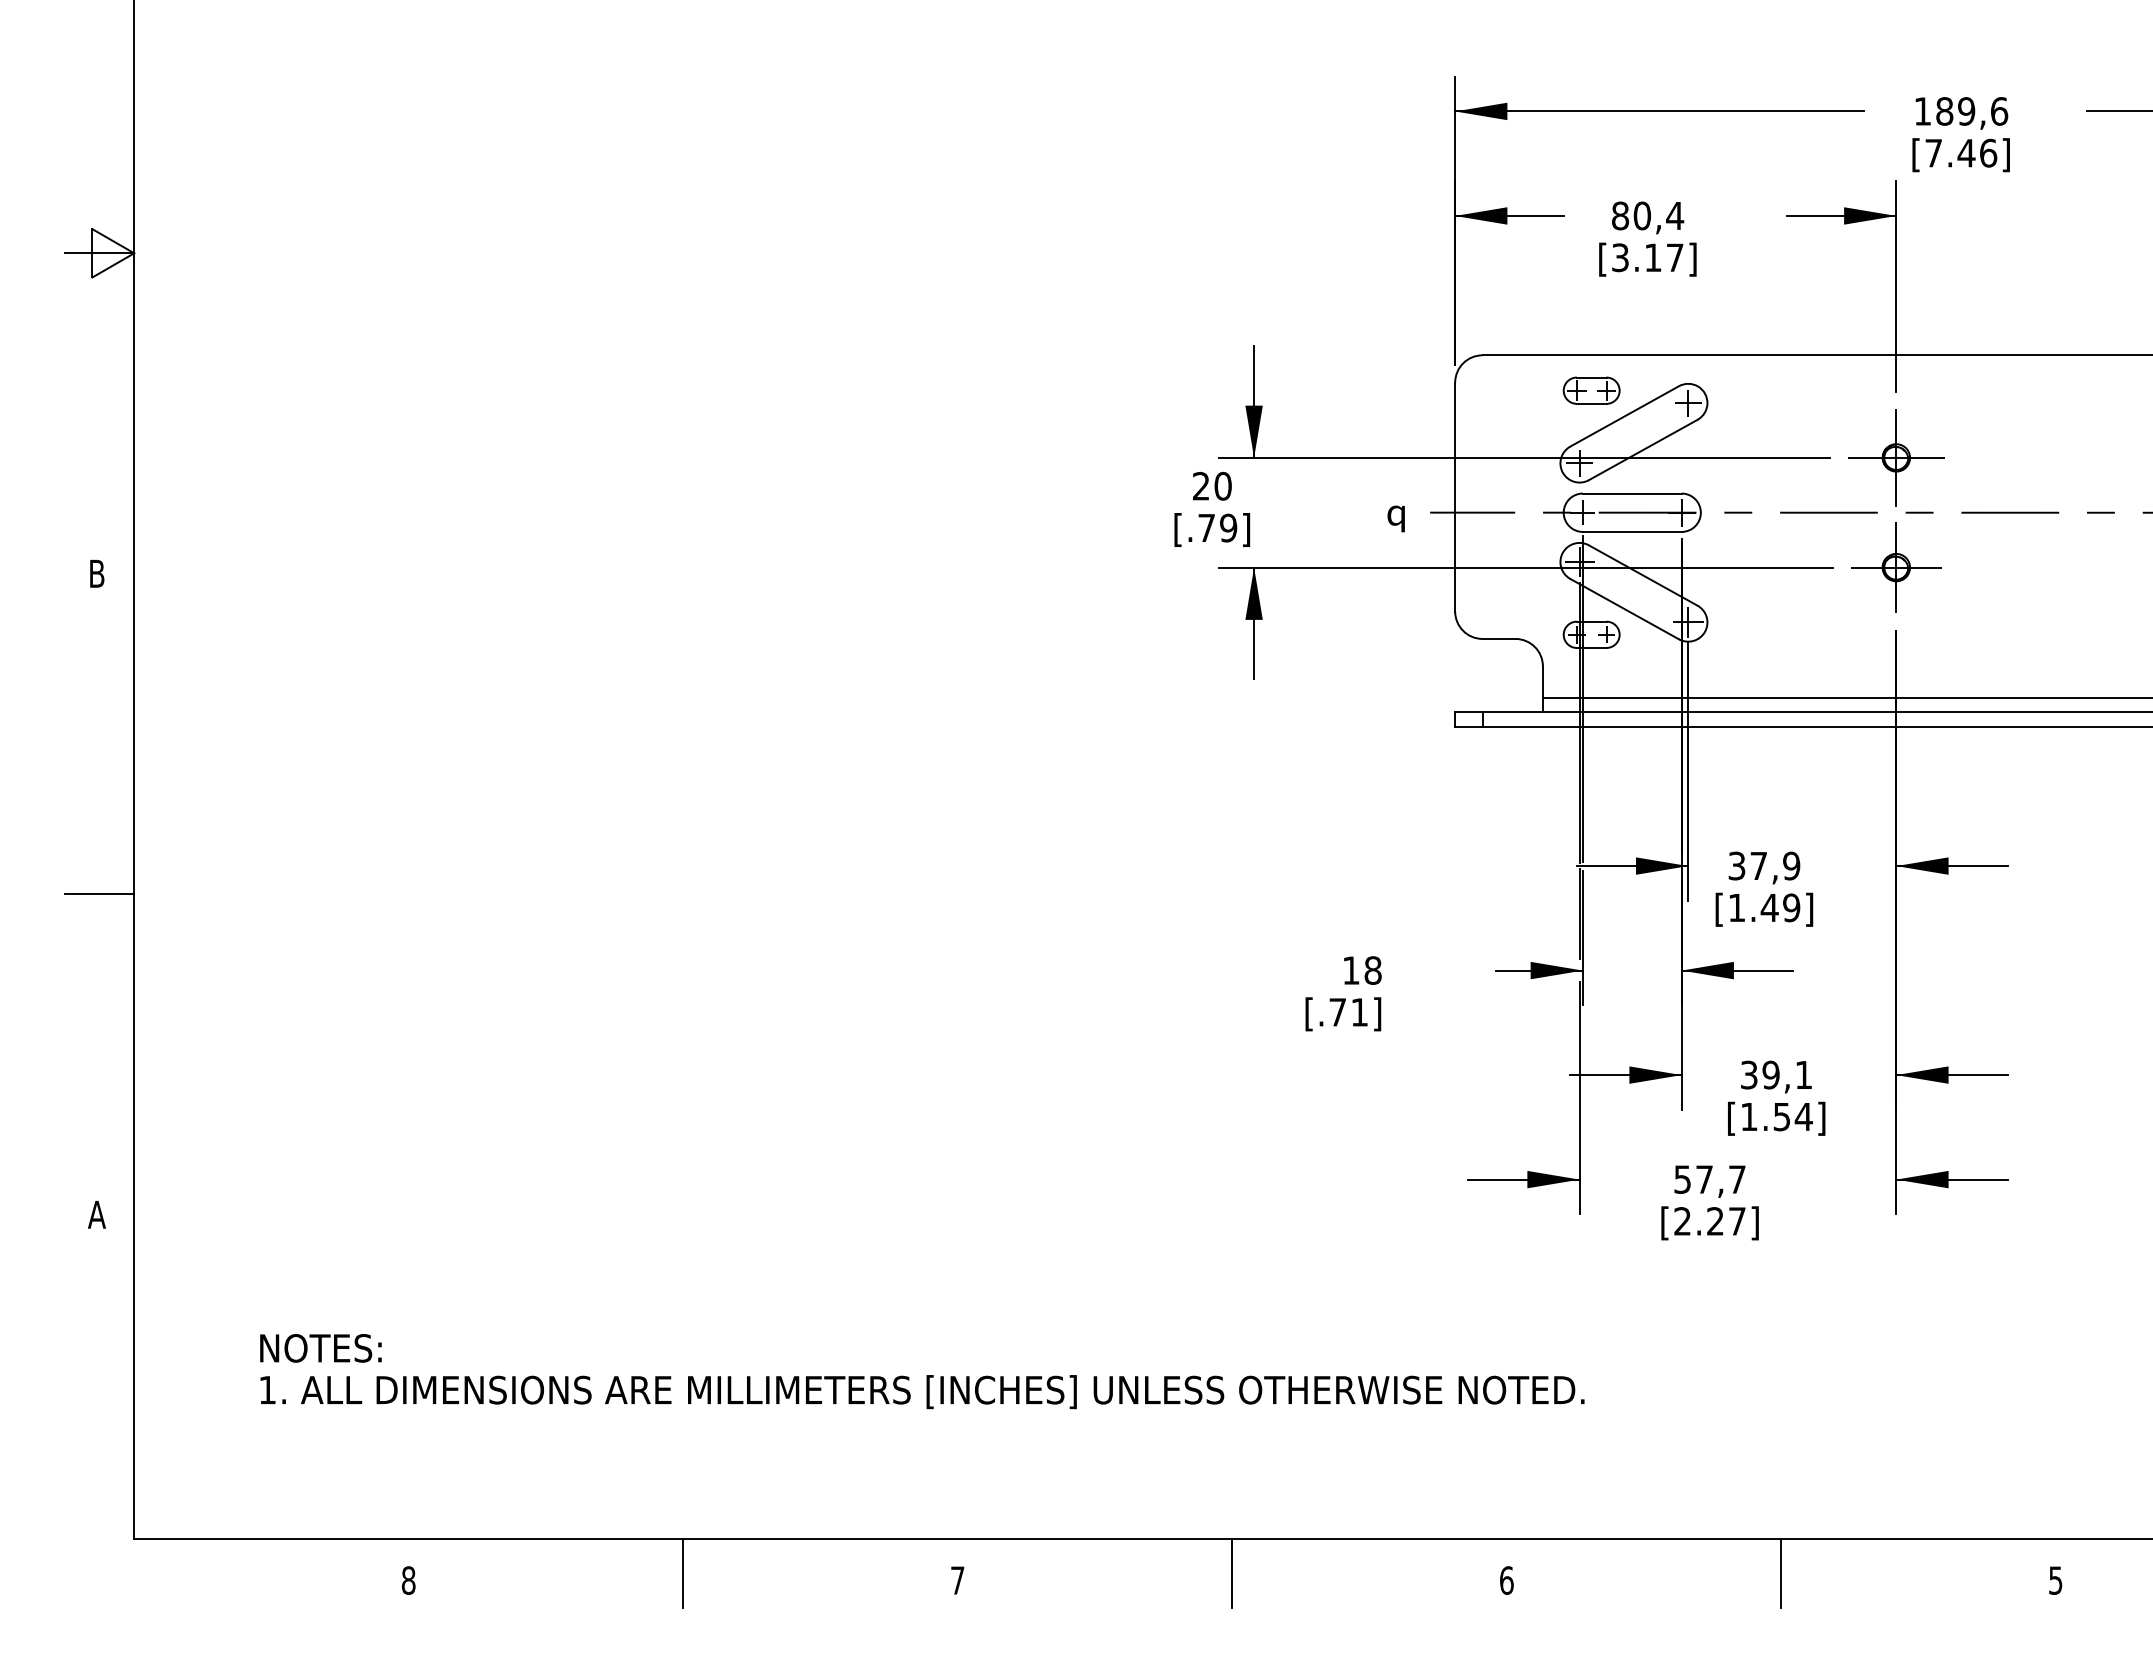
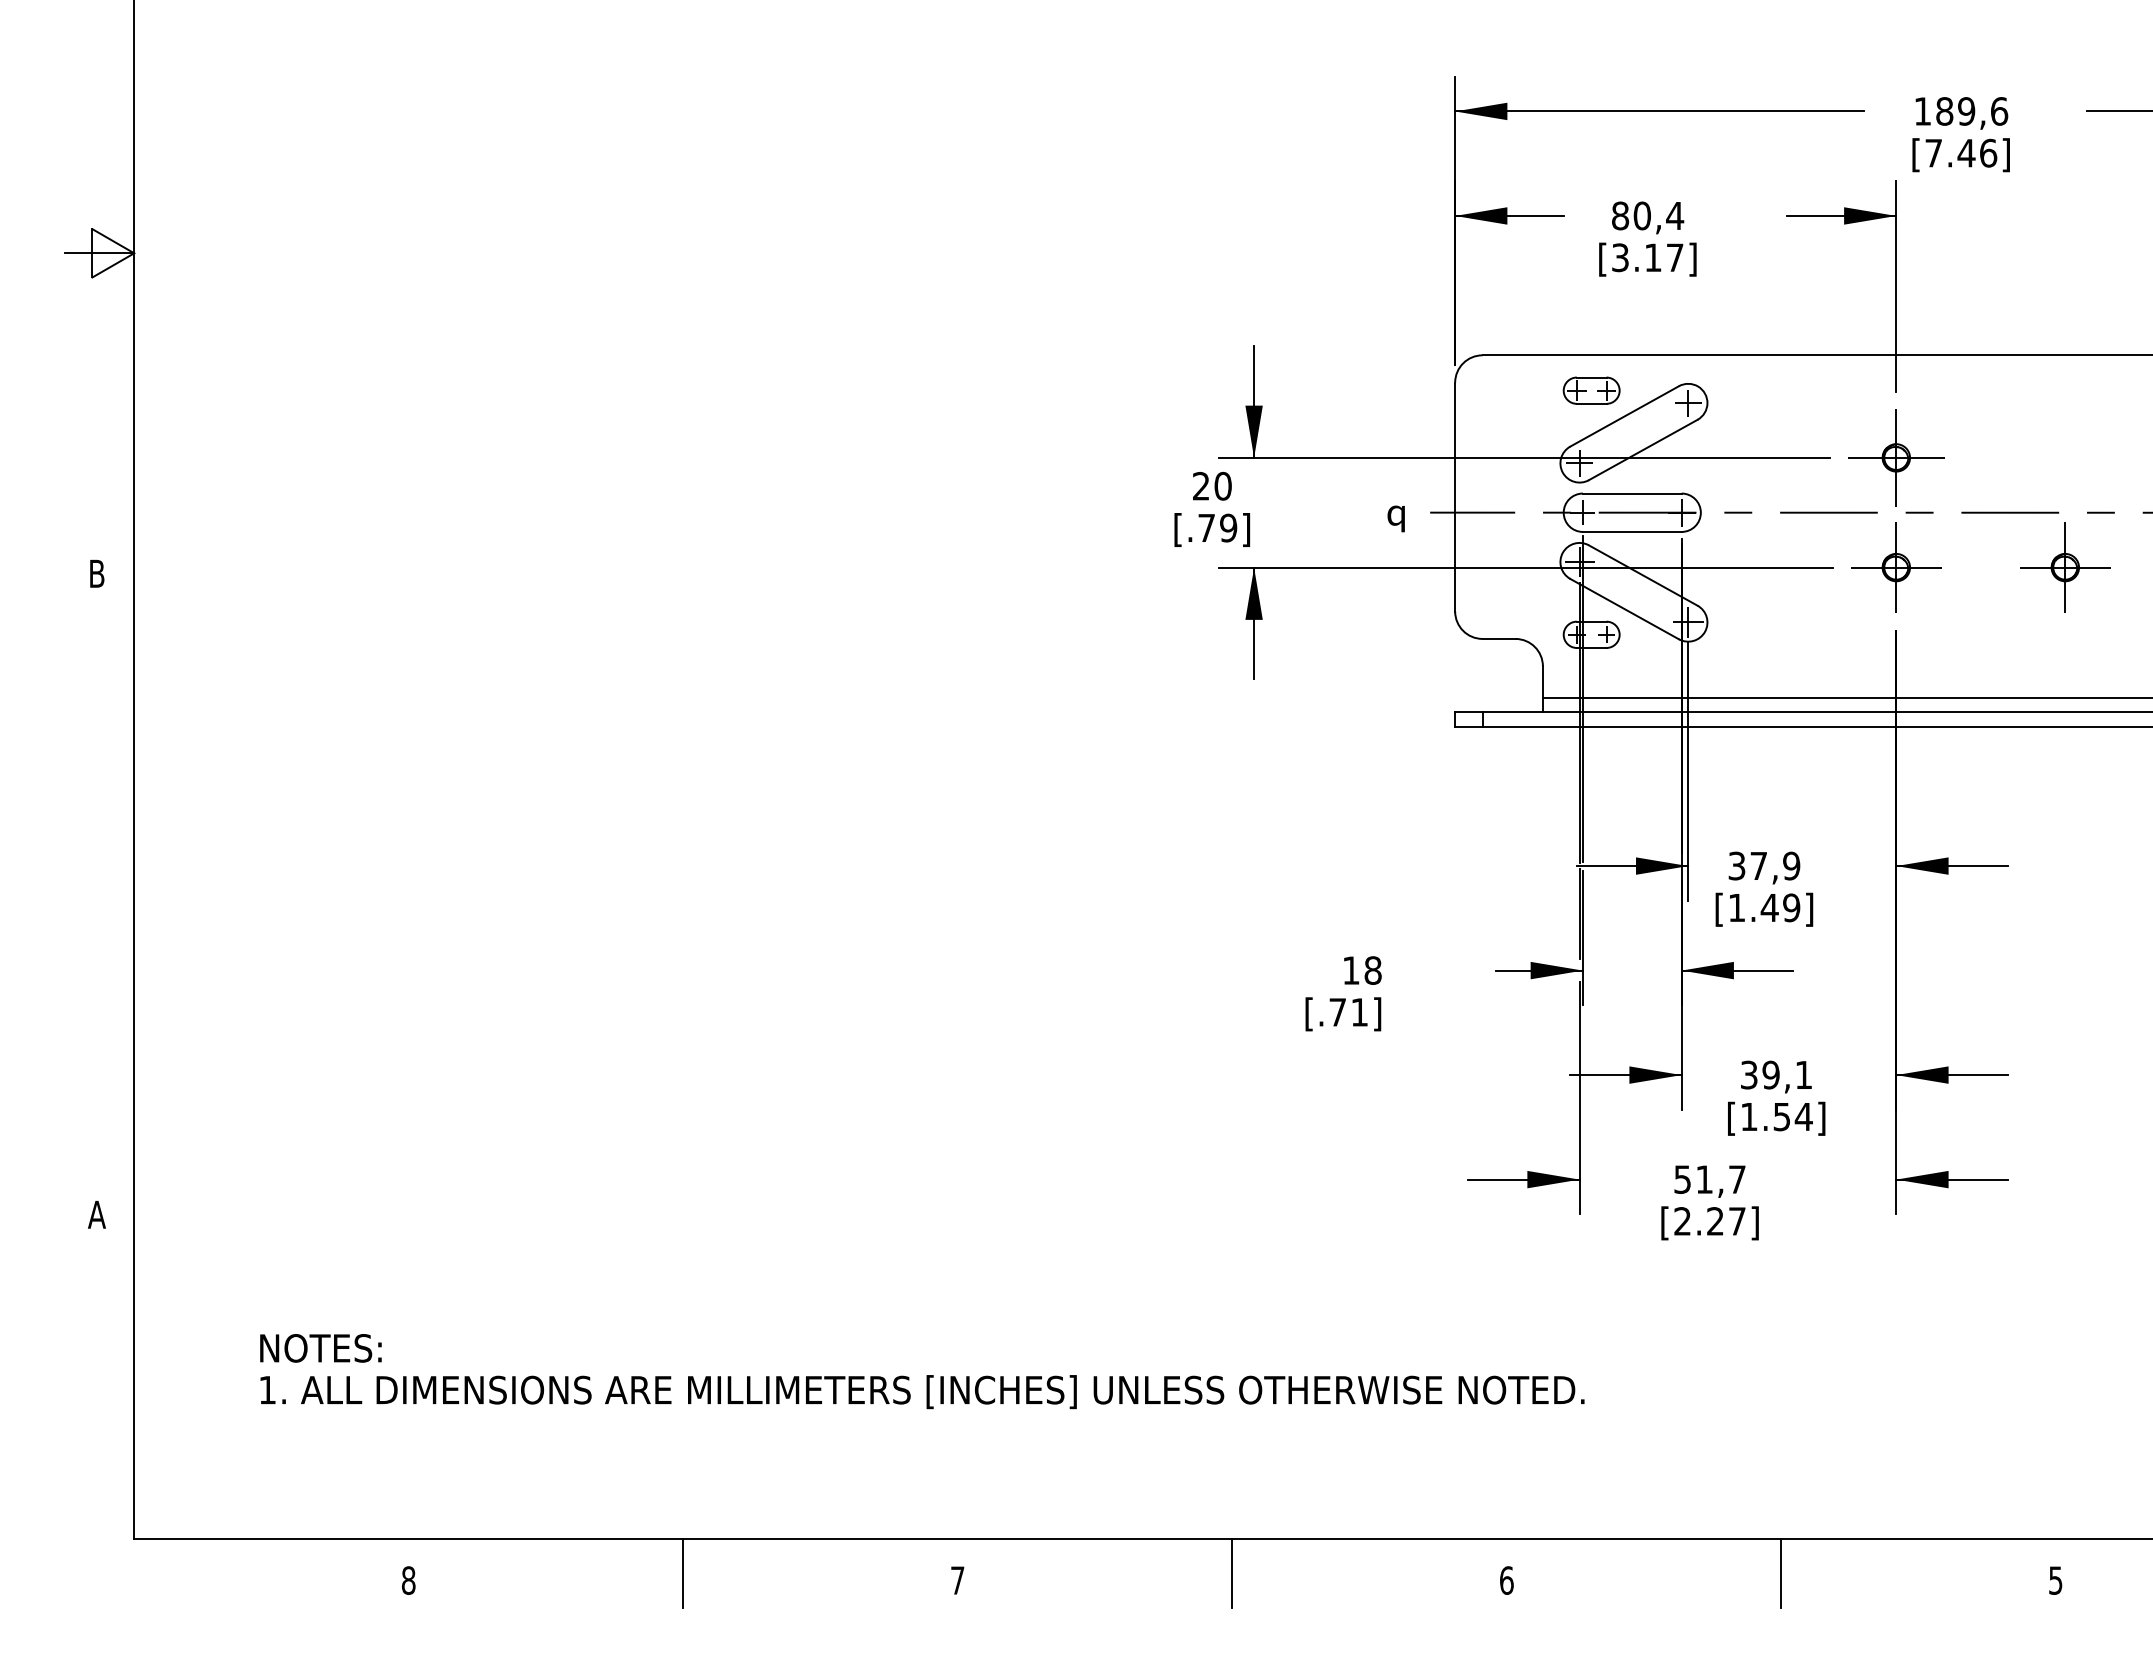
part at (2065, 567): none -> present
line at (99, 894): present -> none
text at (1704, 1179): 57,7 -> 51,7
